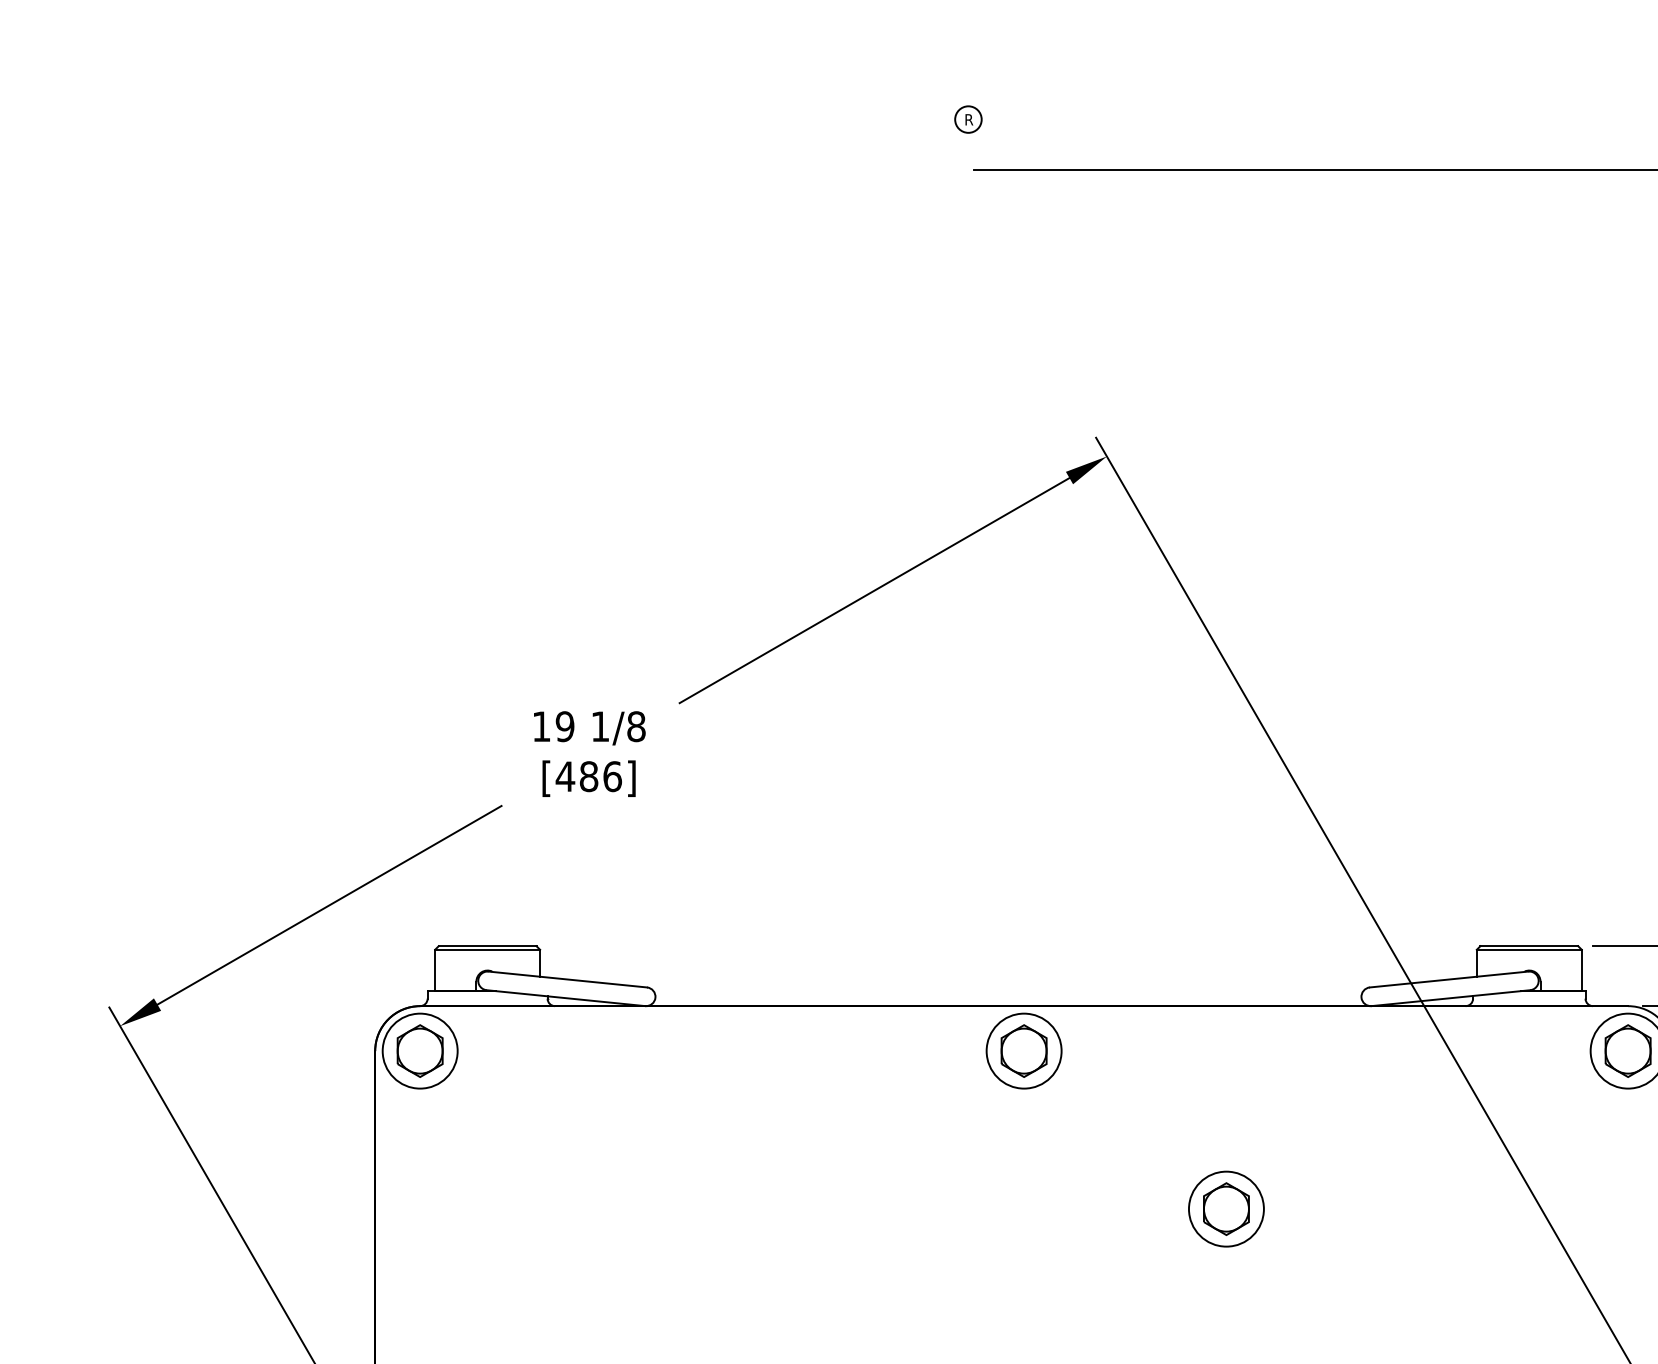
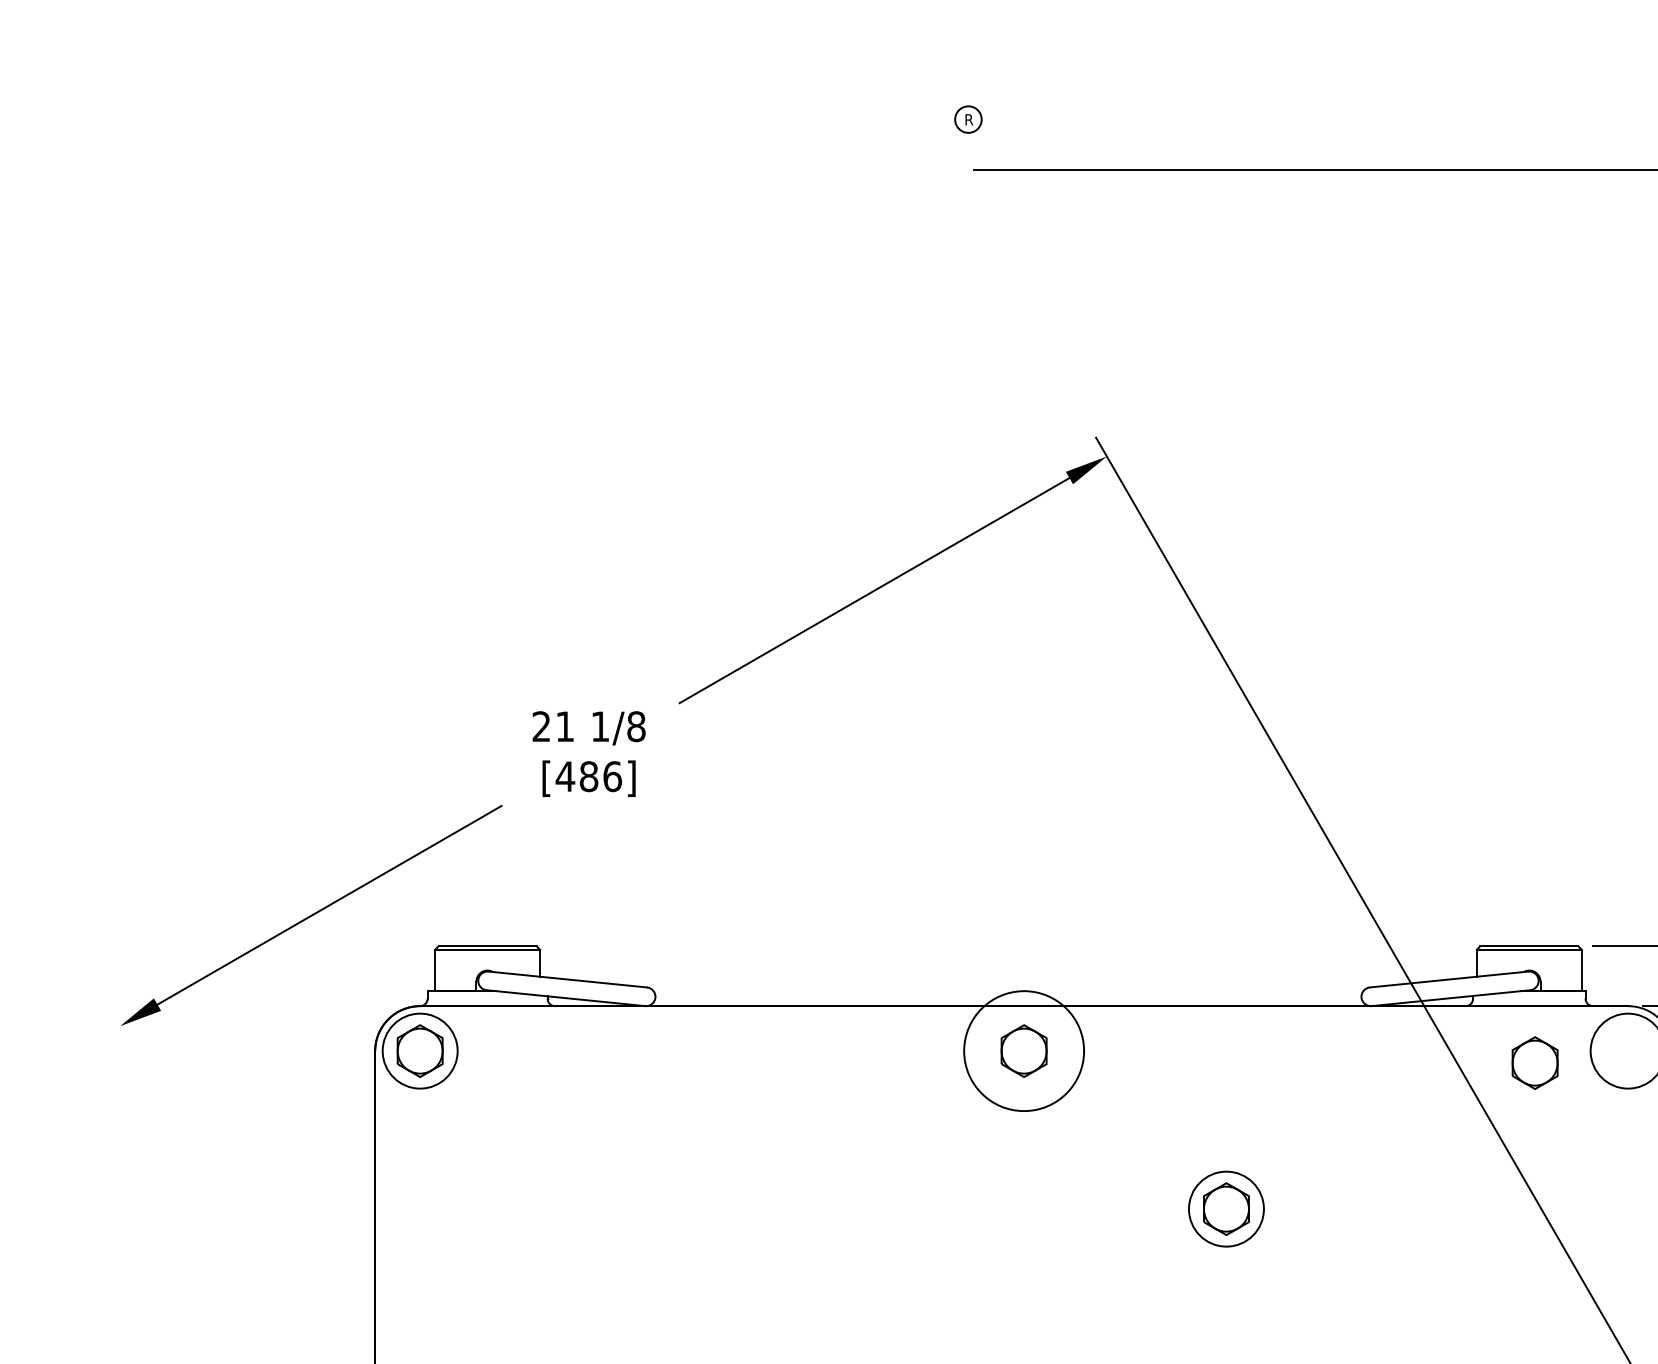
text at (553, 726): 19 -> 21
circle at (1023, 1050) diameter: 75 px -> 120 px
part at (1627, 1050) position: (1627, 1050) -> (1534, 1062)
line at (211, 1183): present -> none
